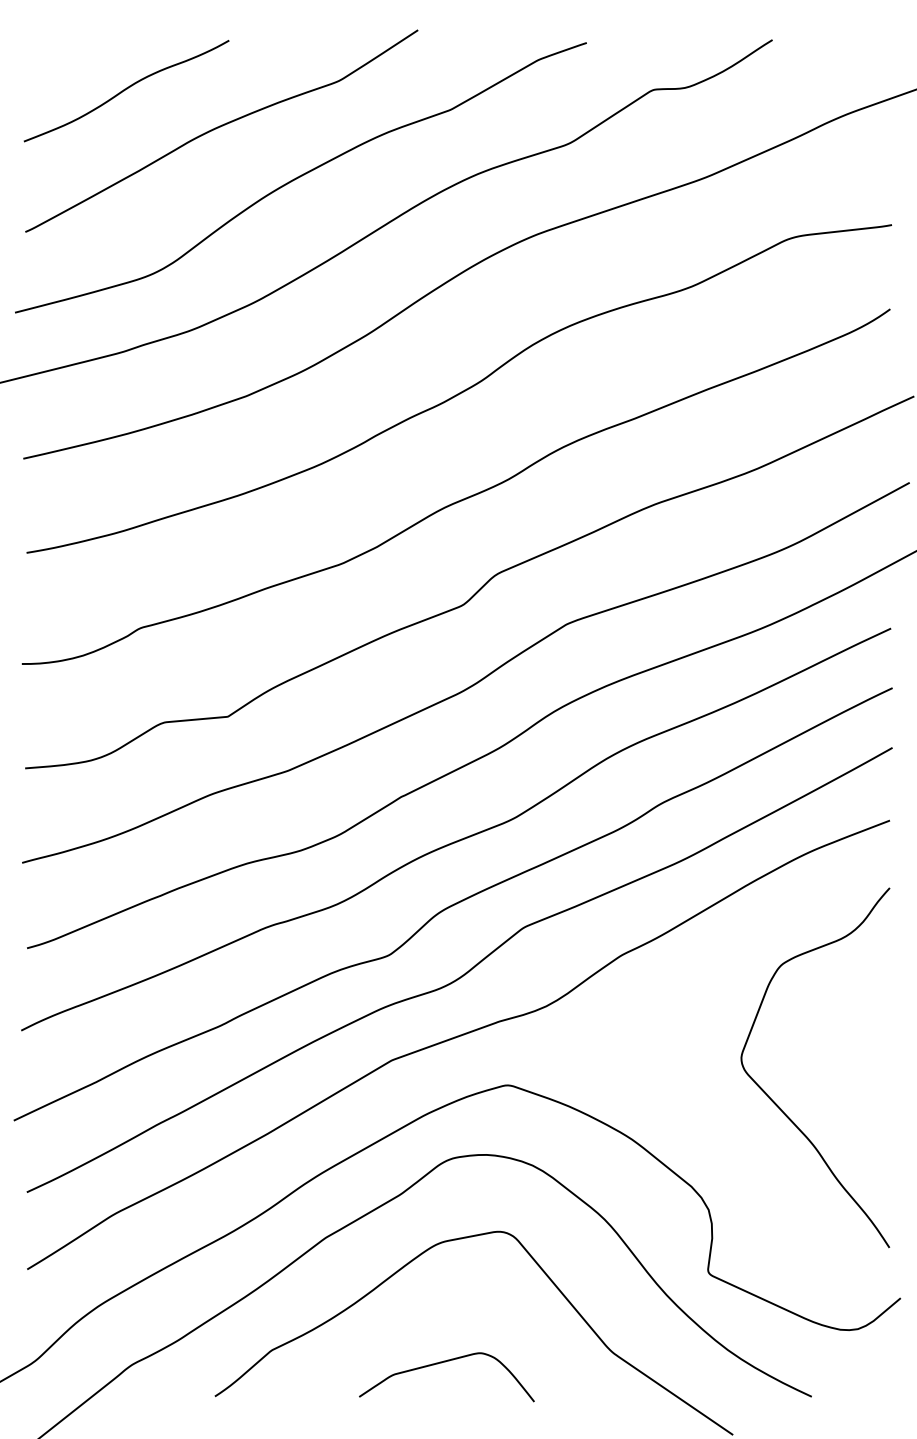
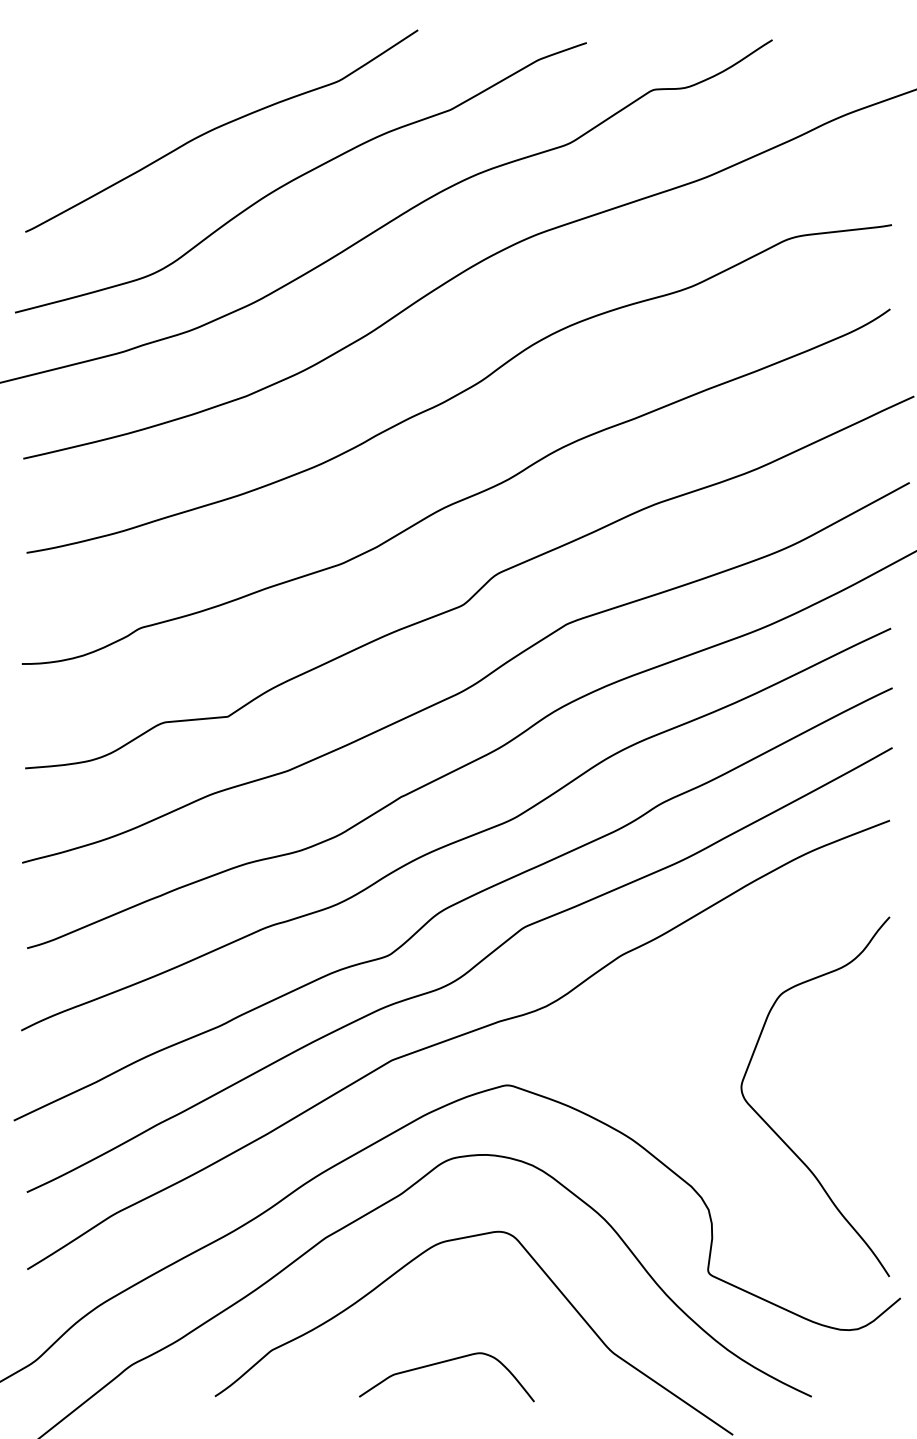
curve at (125, 90): present -> none
curve at (777, 1104) position: (777, 1104) -> (777, 1133)
